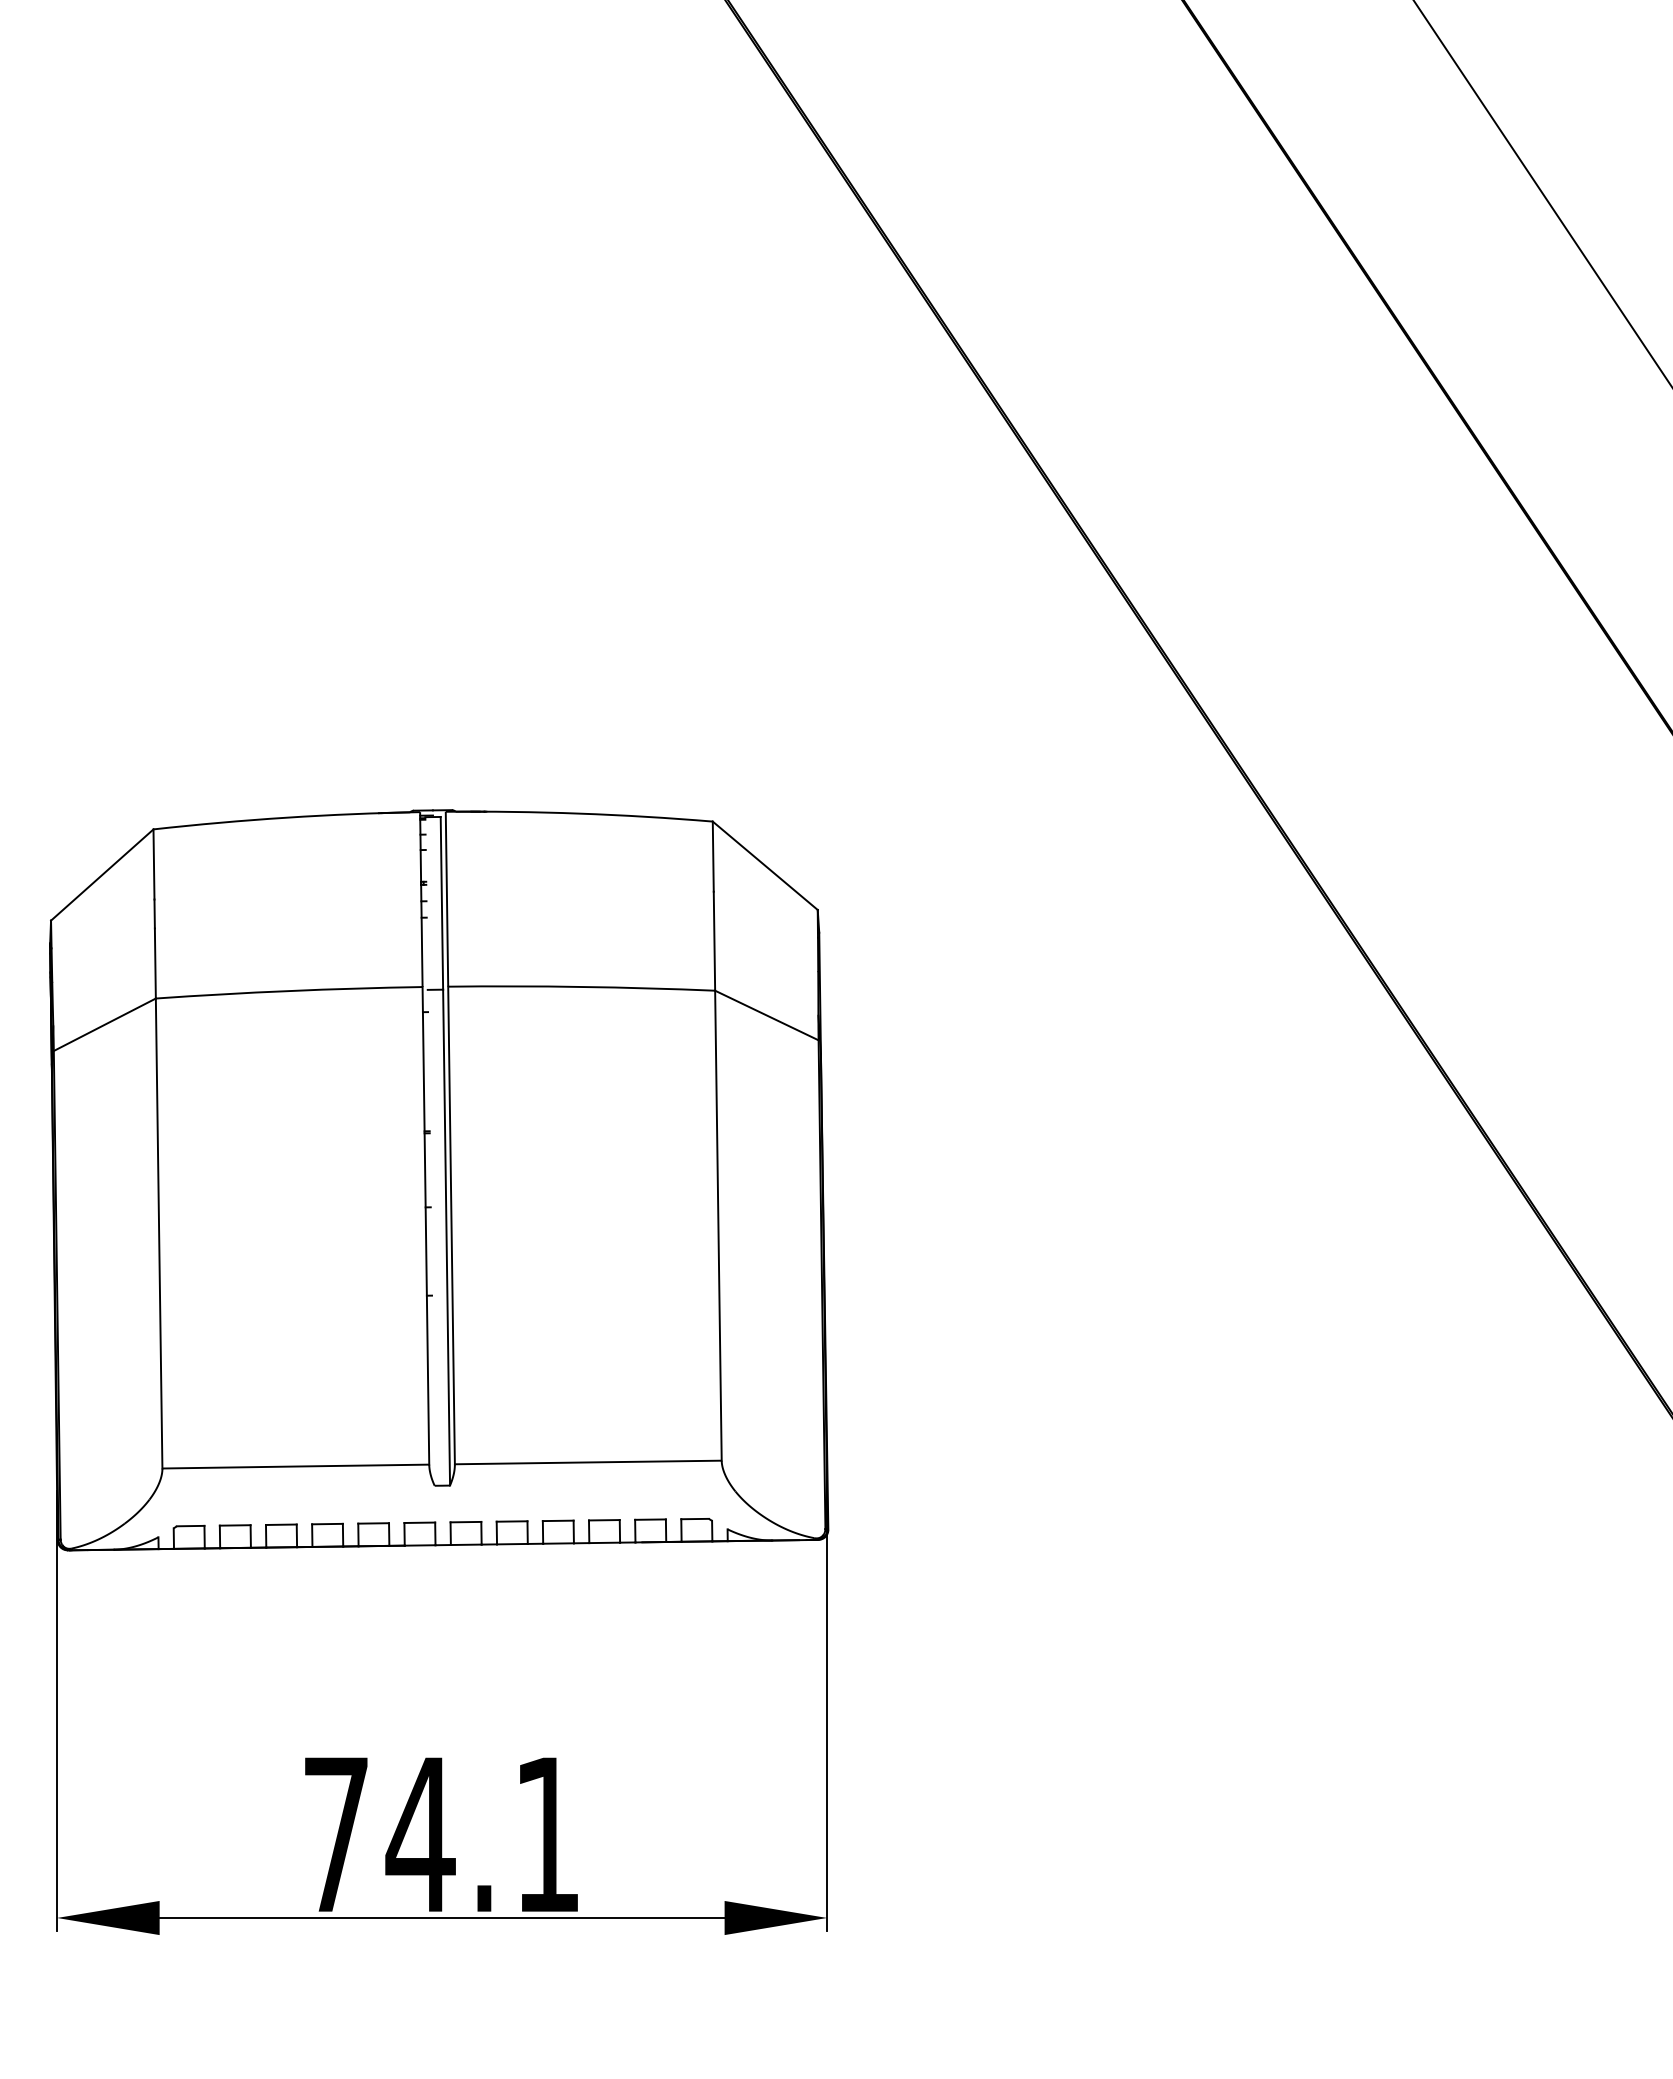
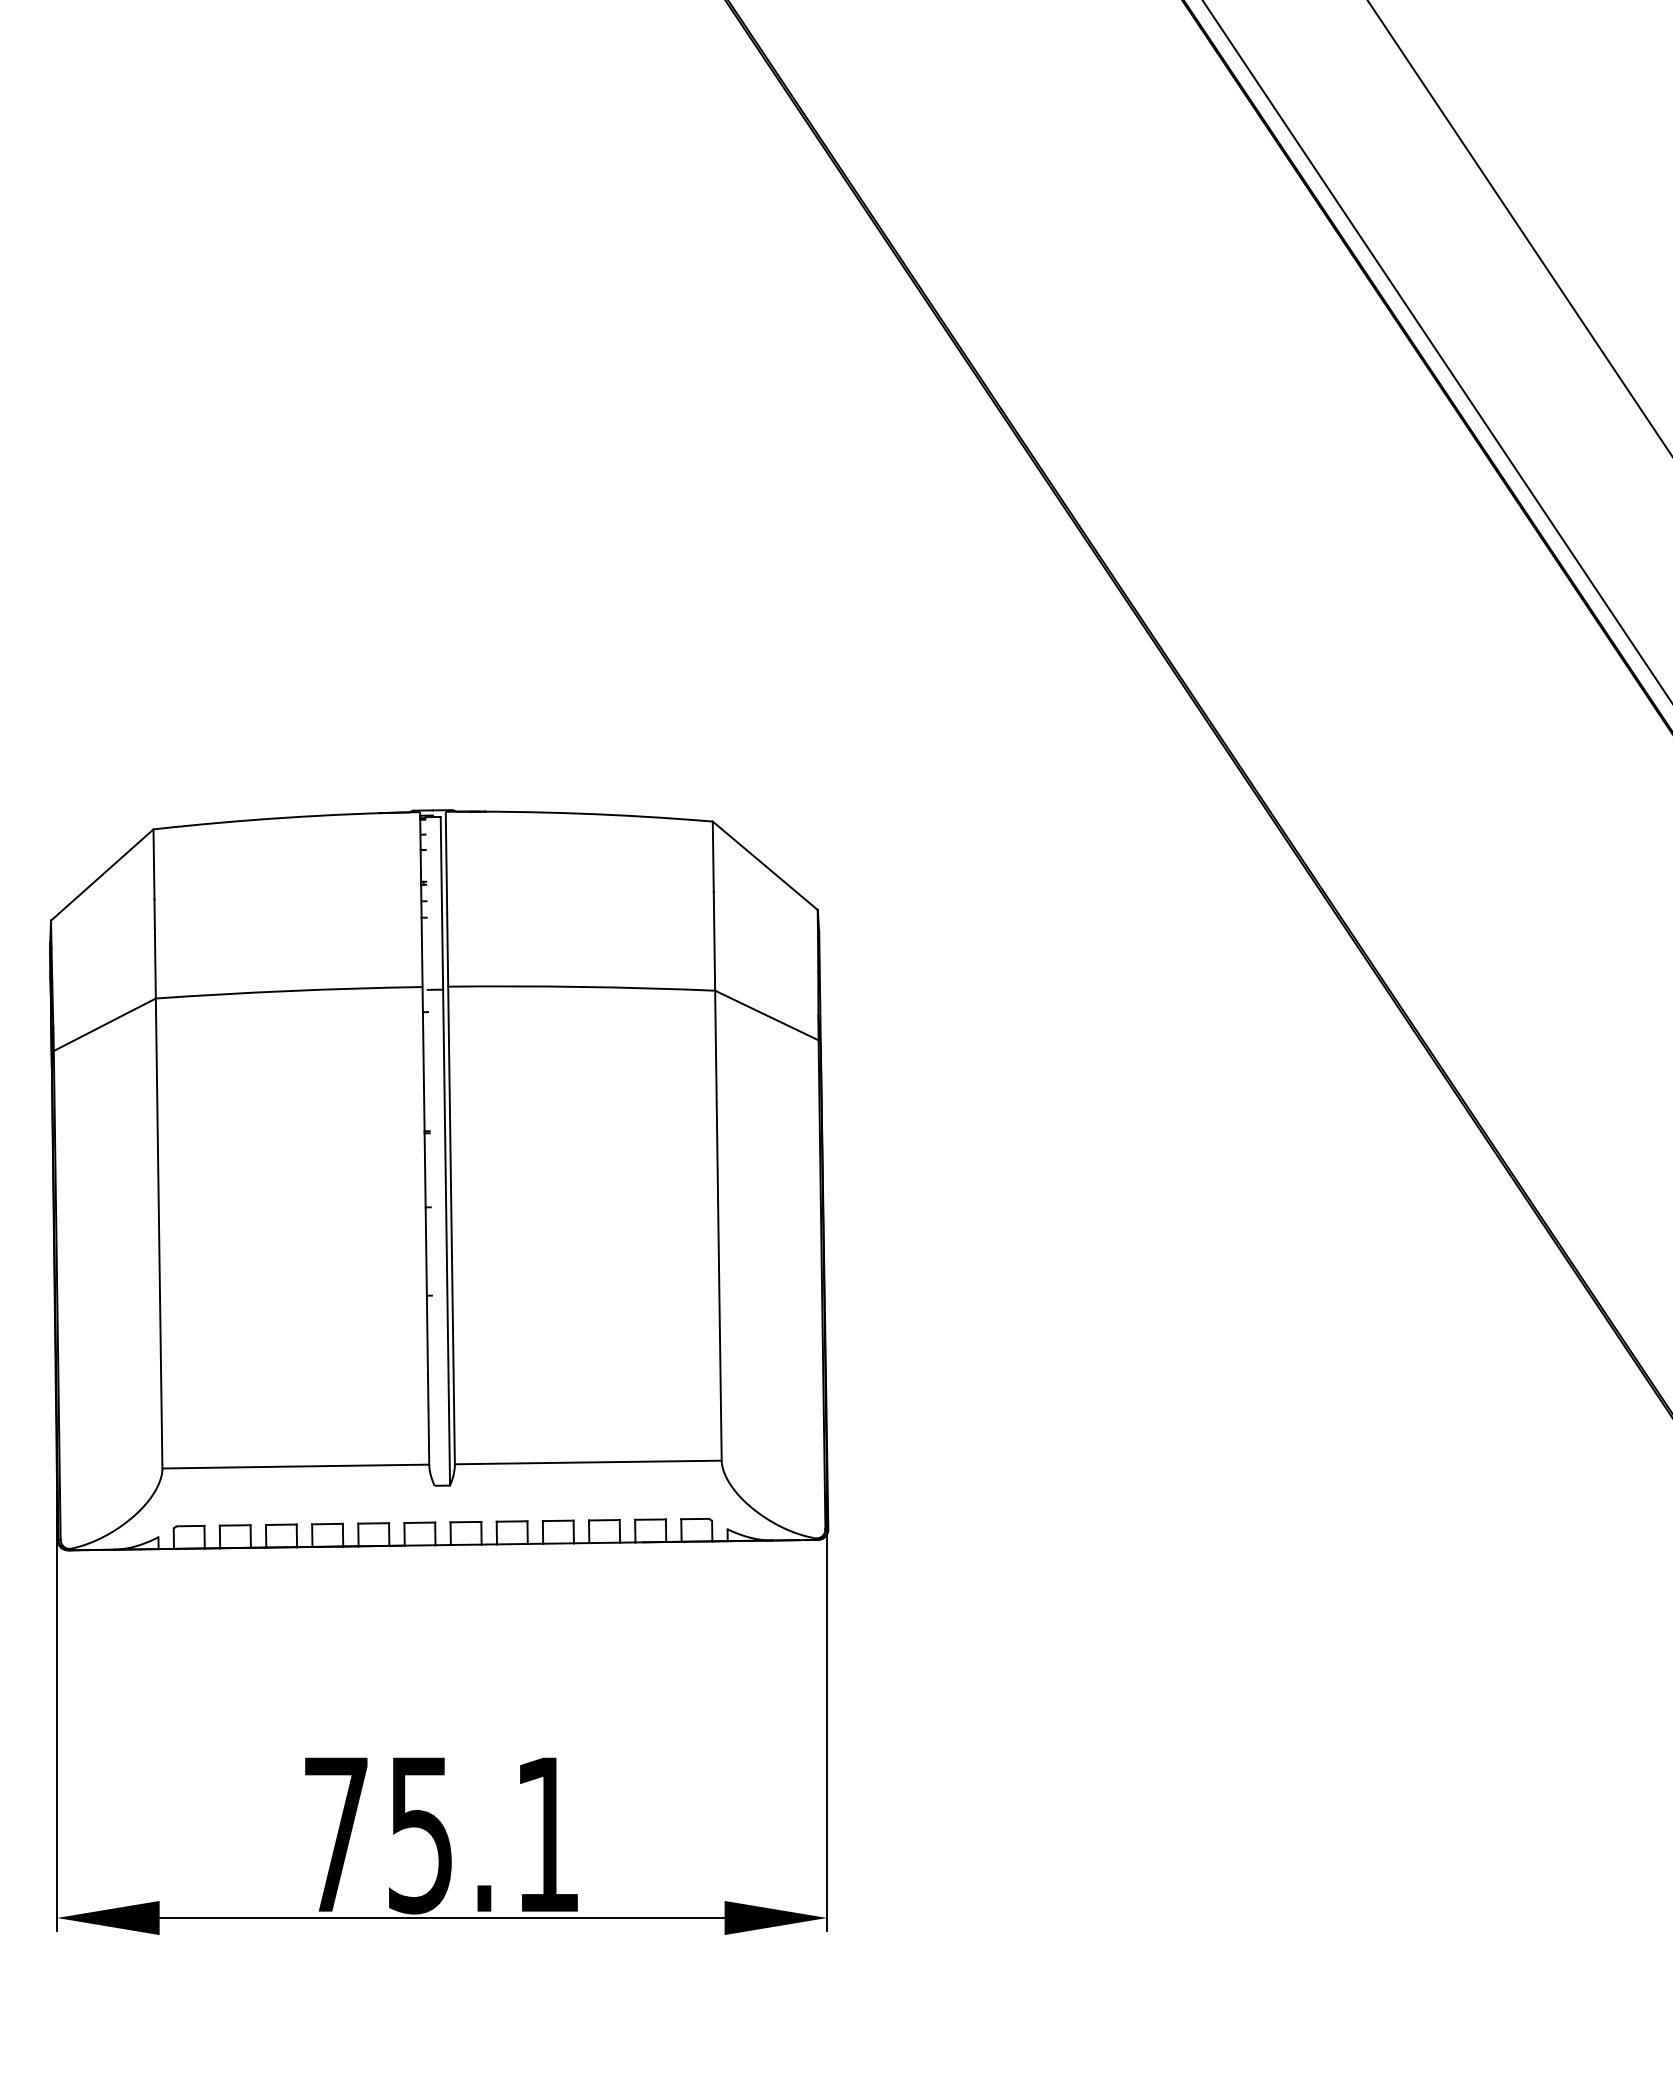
line at (1542, 192) position: (1542, 192) -> (1518, 227)
line at (1436, 350): none -> present
text at (420, 1835): 74.1 -> 75.1
